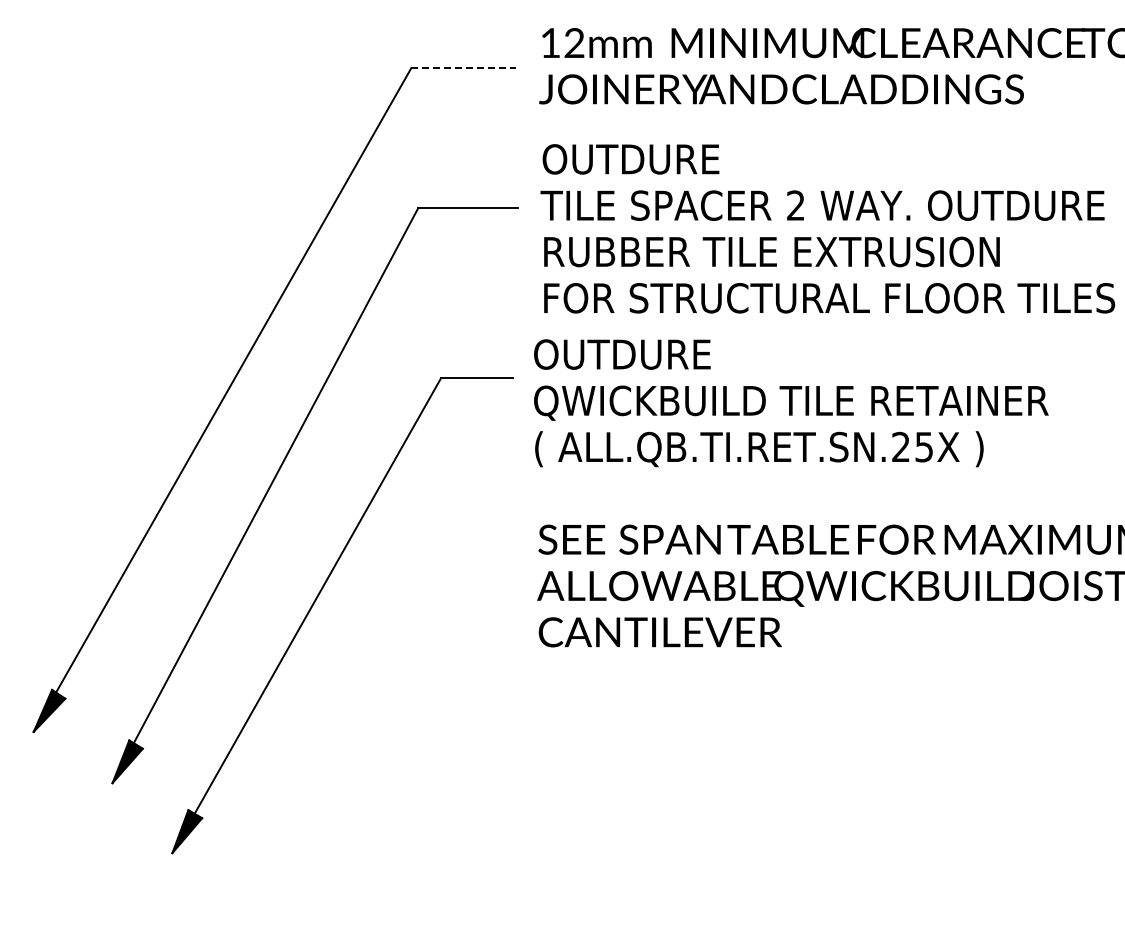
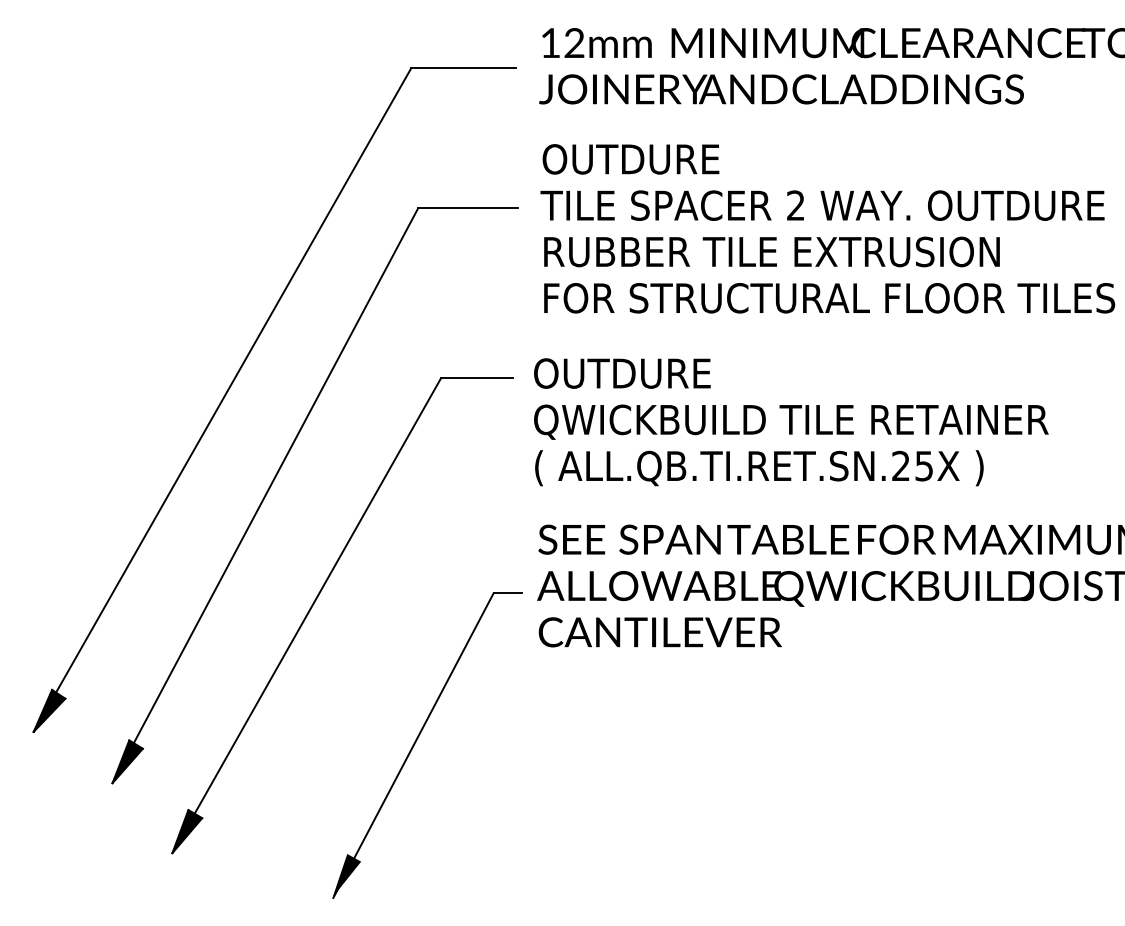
line at (464, 68): dashed -> solid
text at (791, 403) position: (791, 403) -> (791, 422)
part at (417, 740): none -> present
